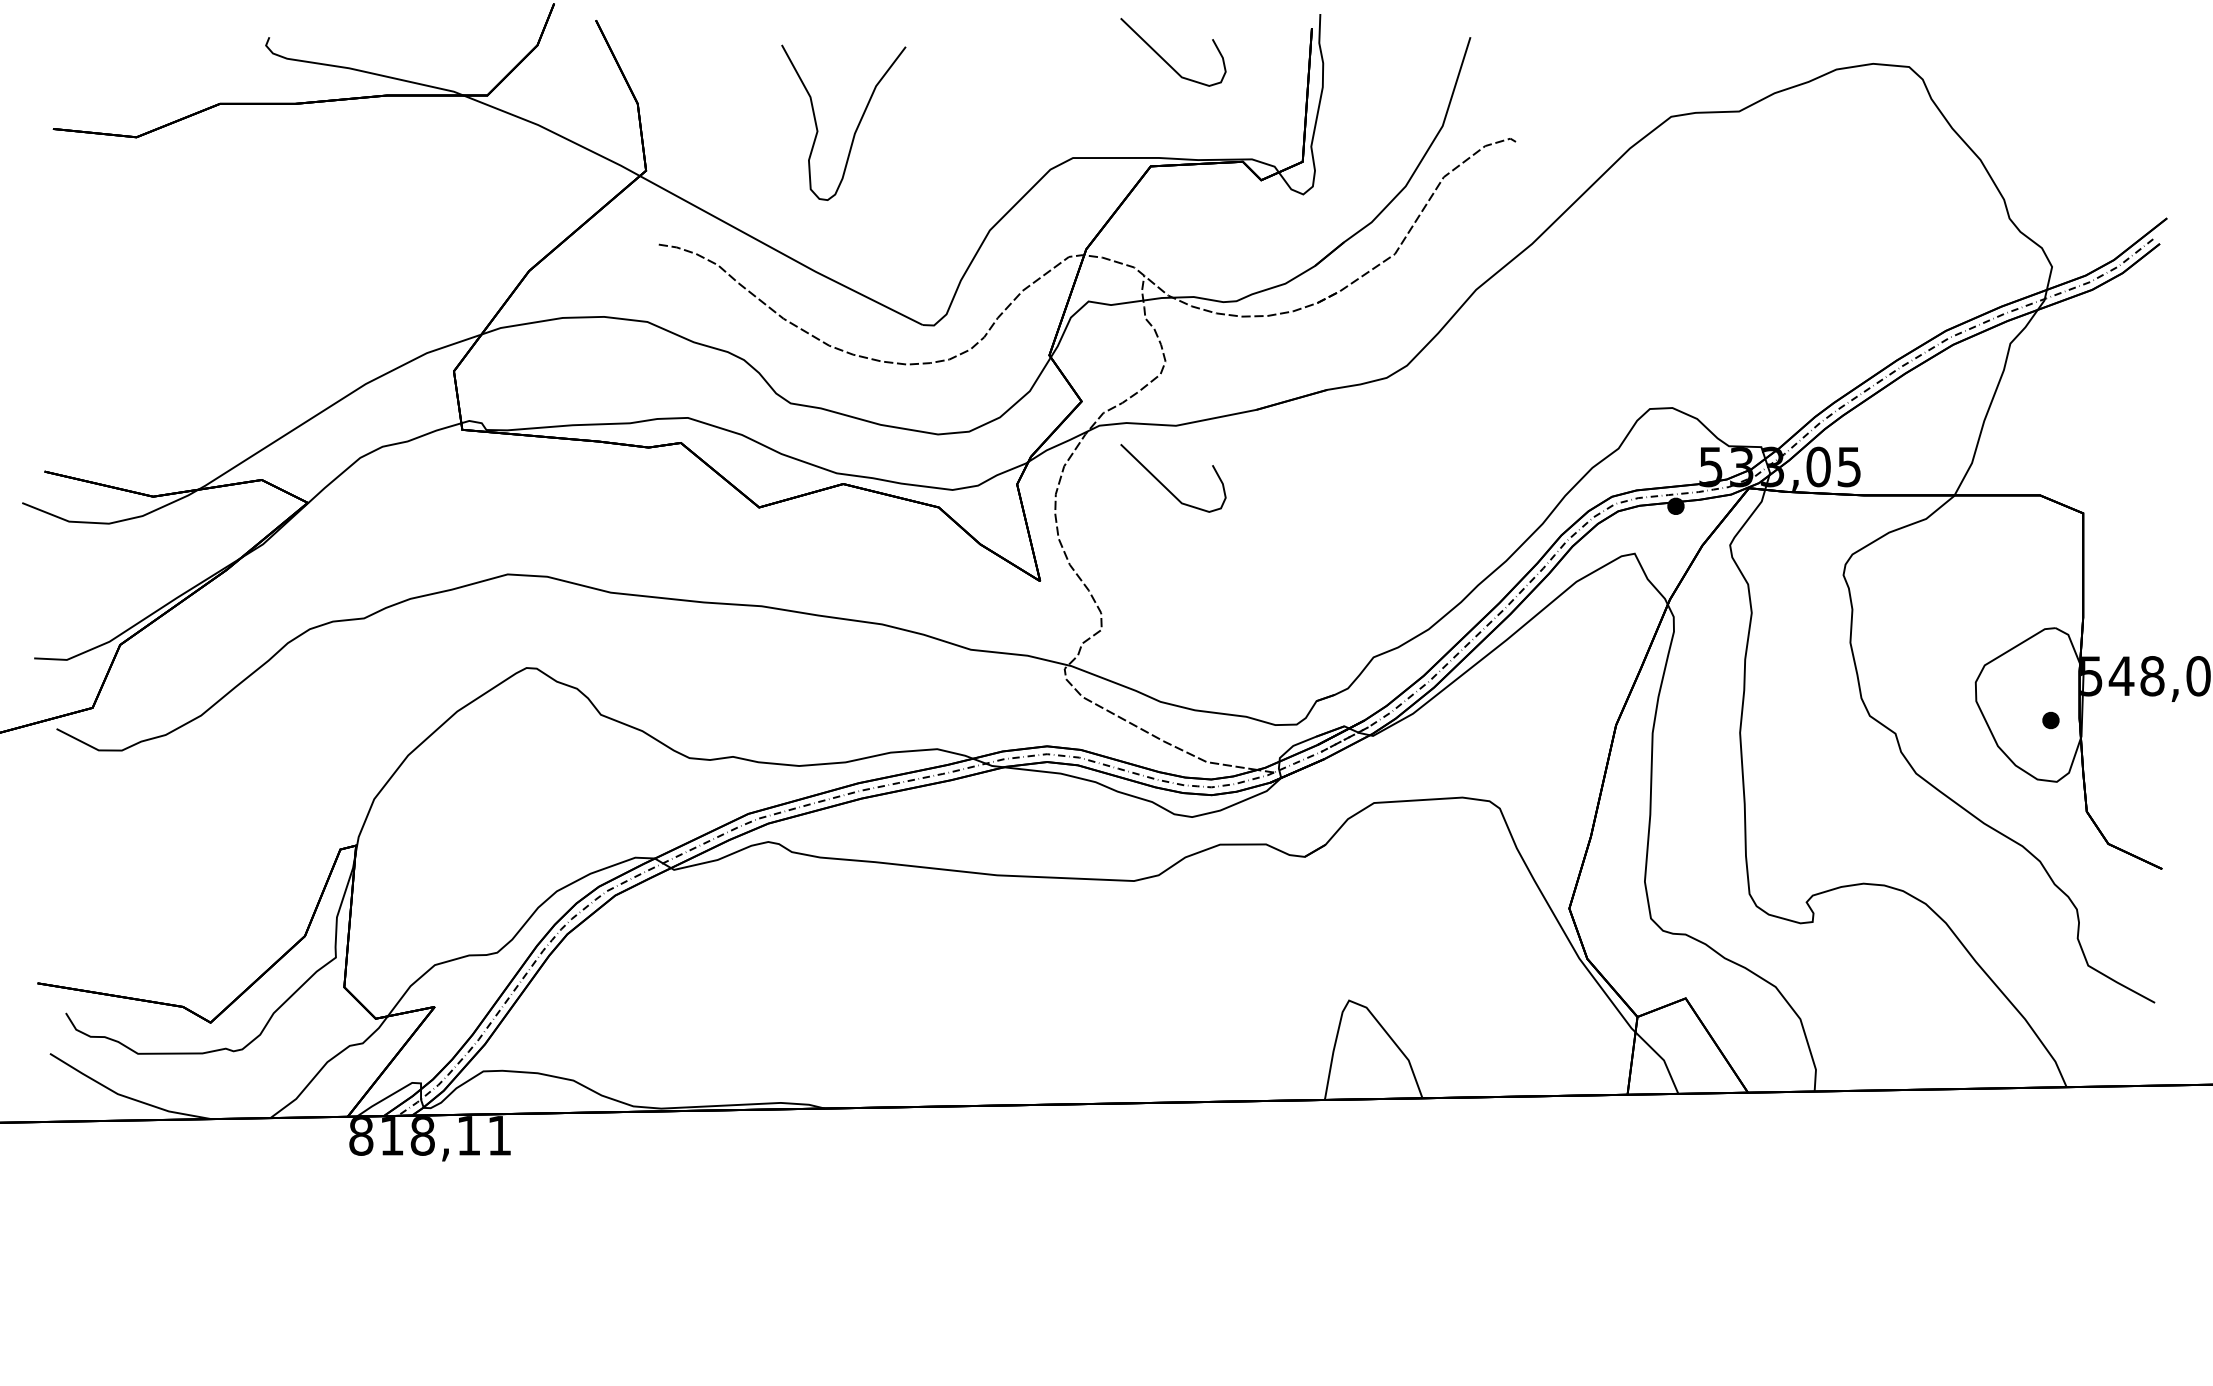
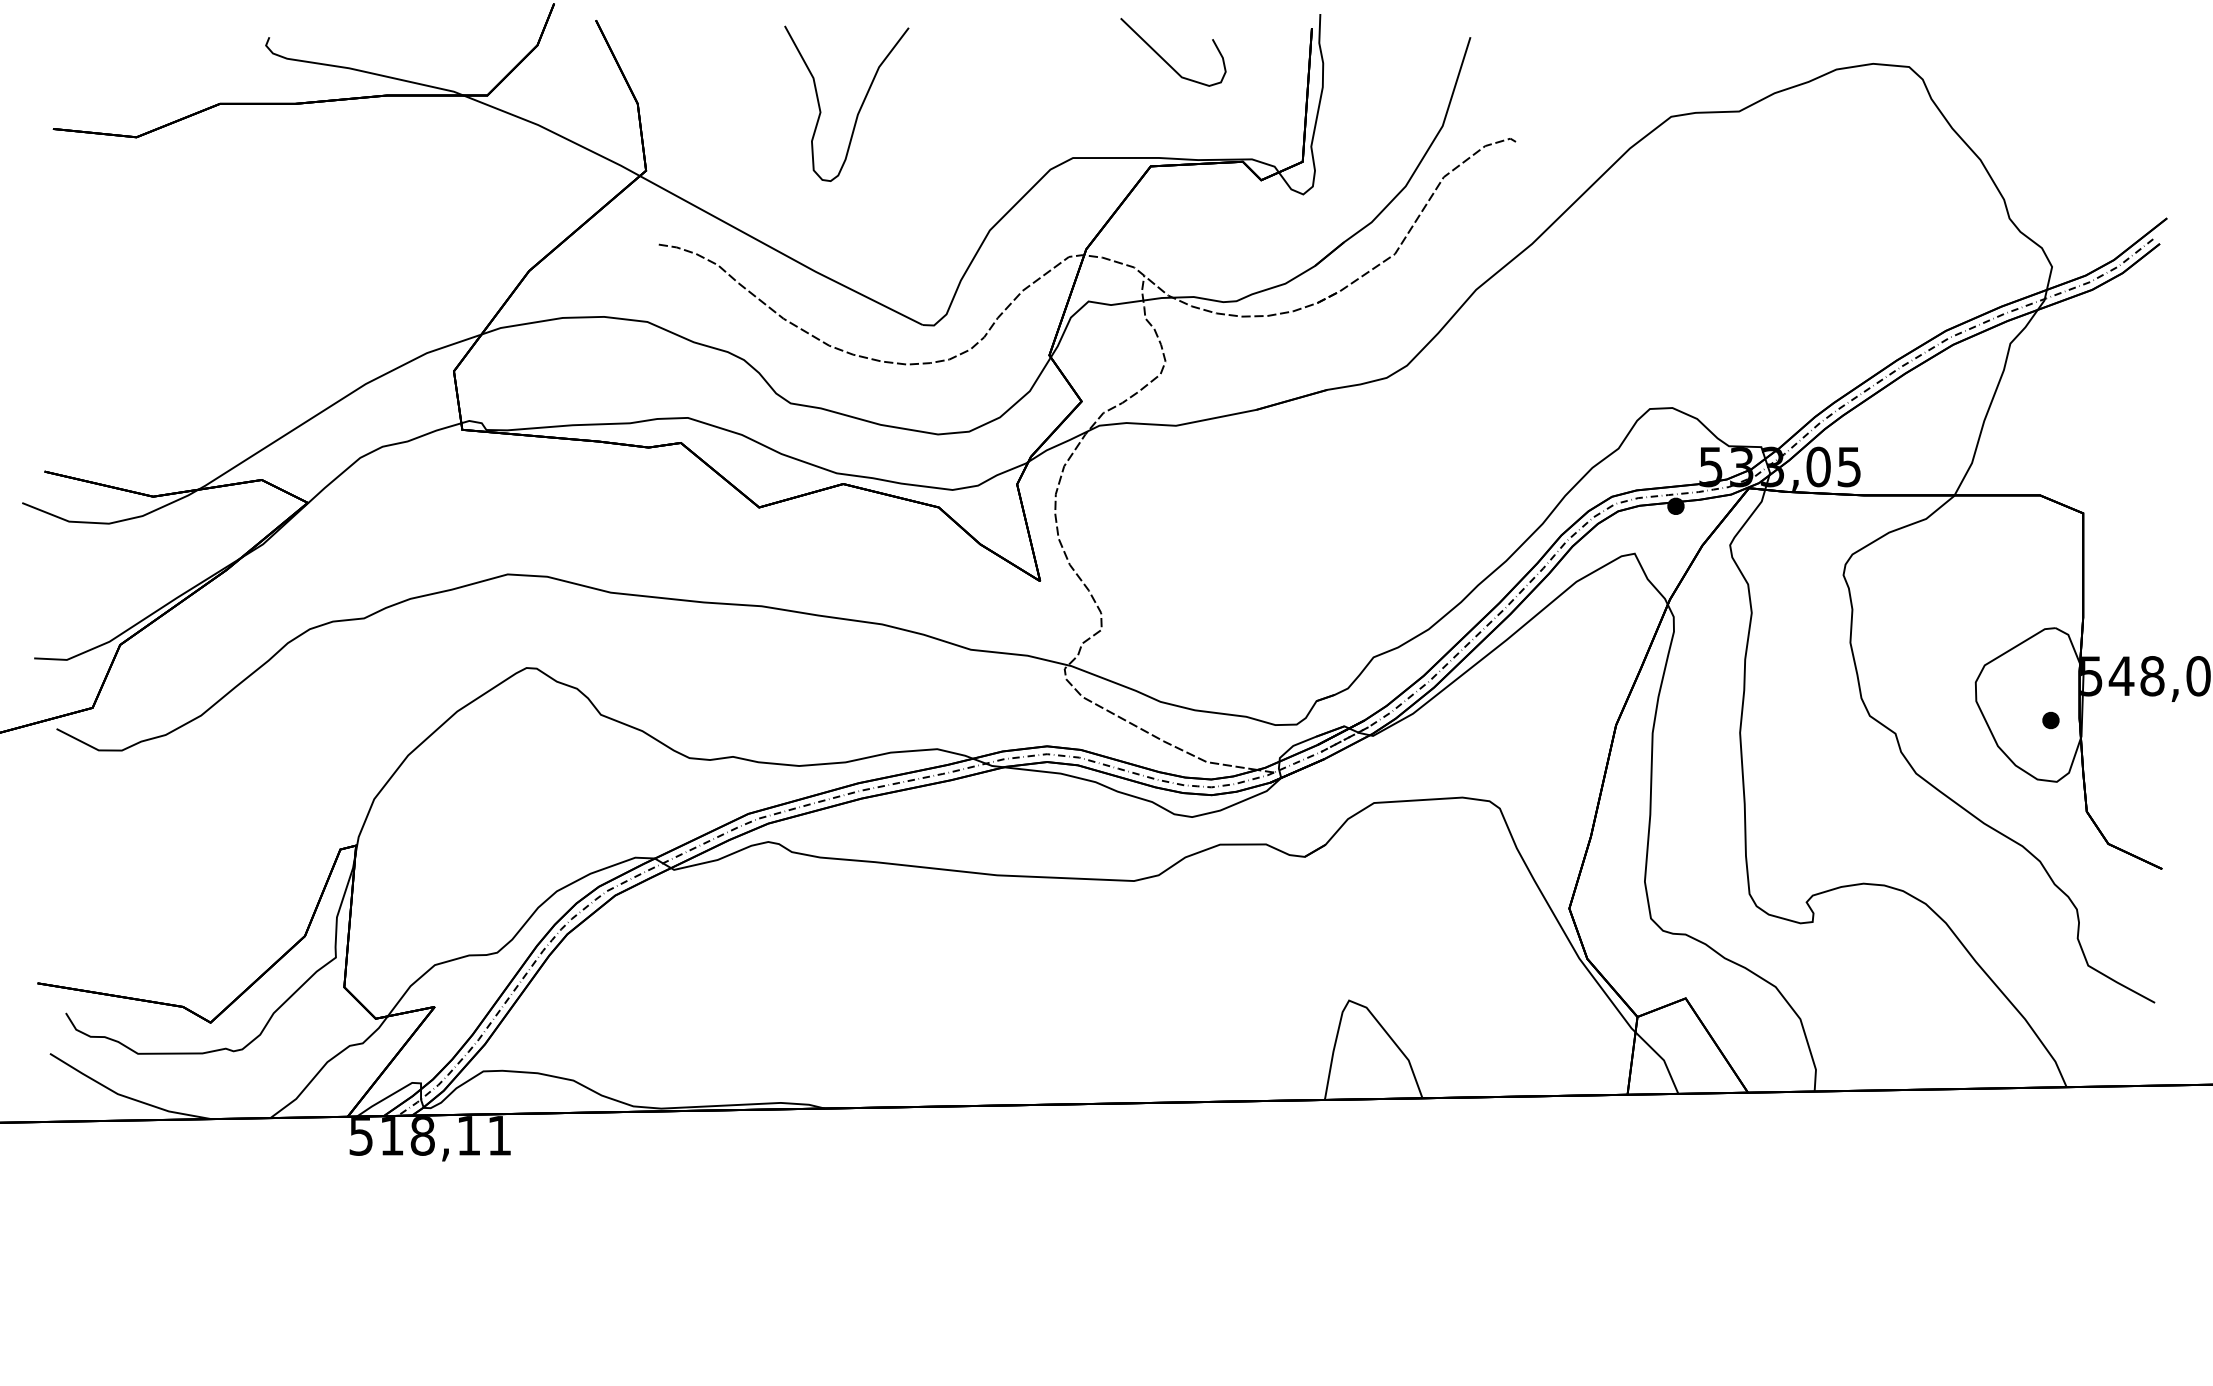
curve at (855, 129) position: (855, 129) -> (858, 110)
curve at (1165, 486): present -> none
text at (361, 1136): 818,11 -> 518,11
